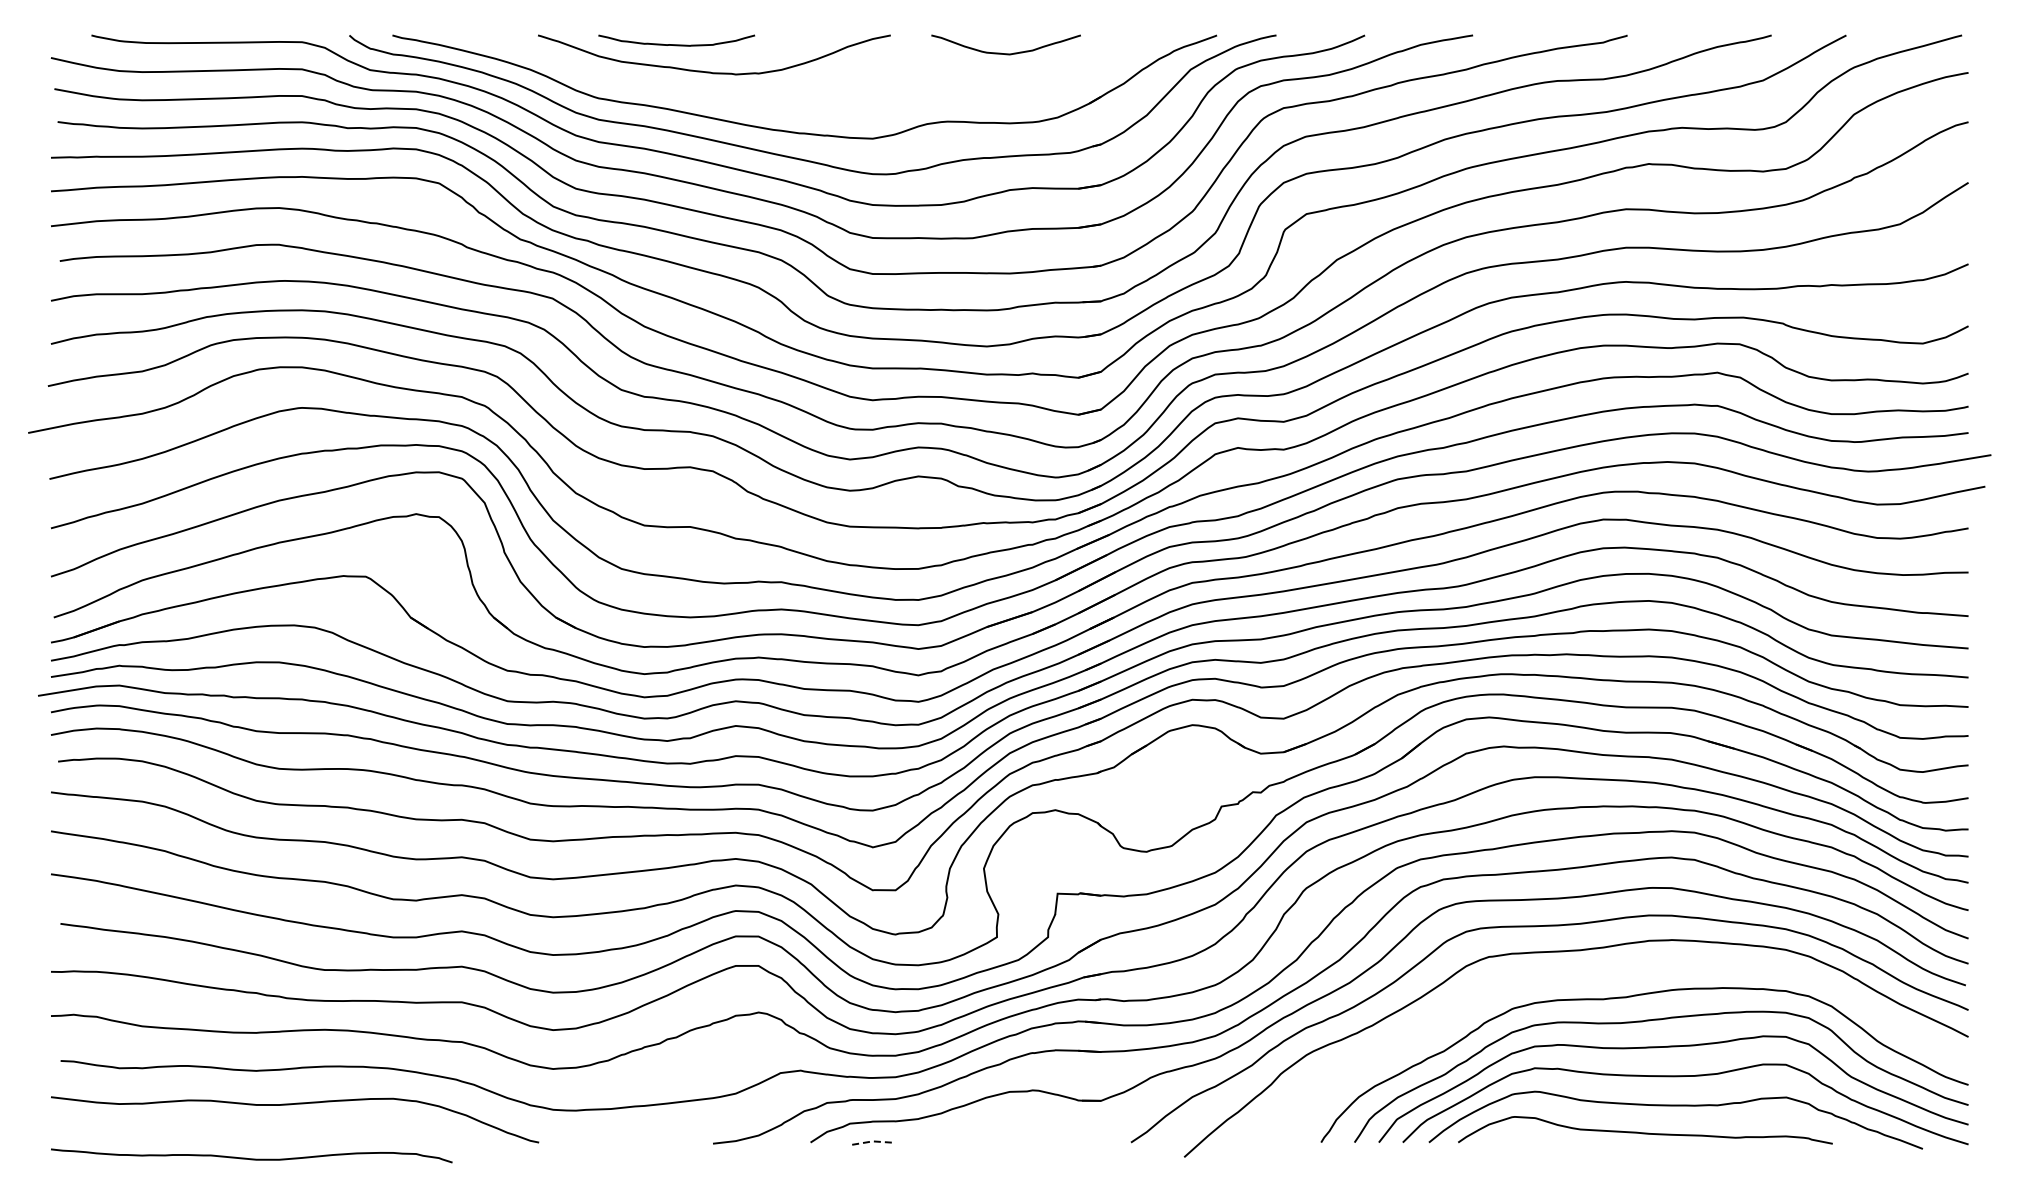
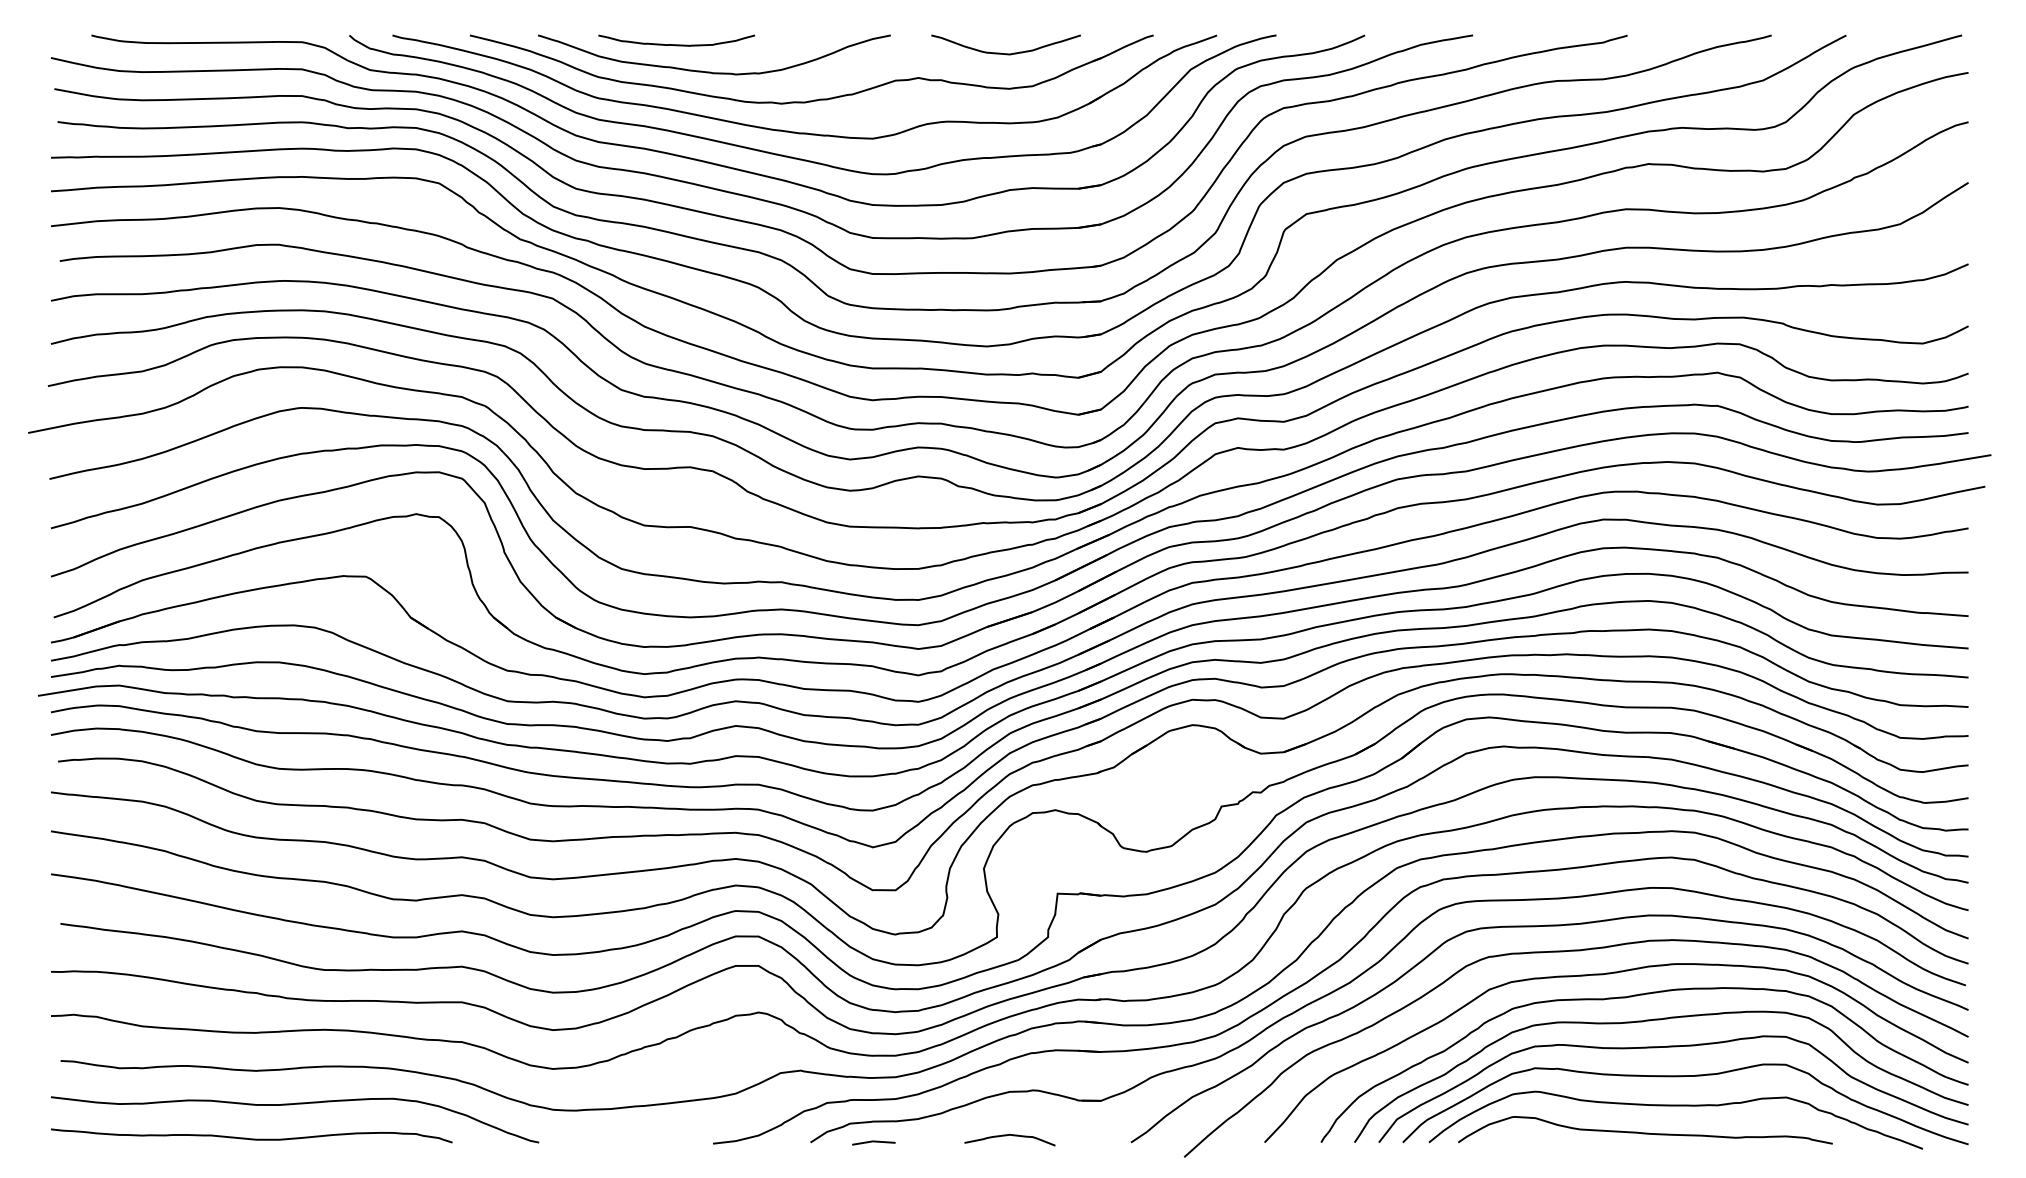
part at (819, 98): none -> present
curve at (1603, 975): none -> present
curve at (1009, 1135): none -> present
line at (873, 1141): dashed -> solid
curve at (251, 1158) position: (251, 1158) -> (251, 1138)
